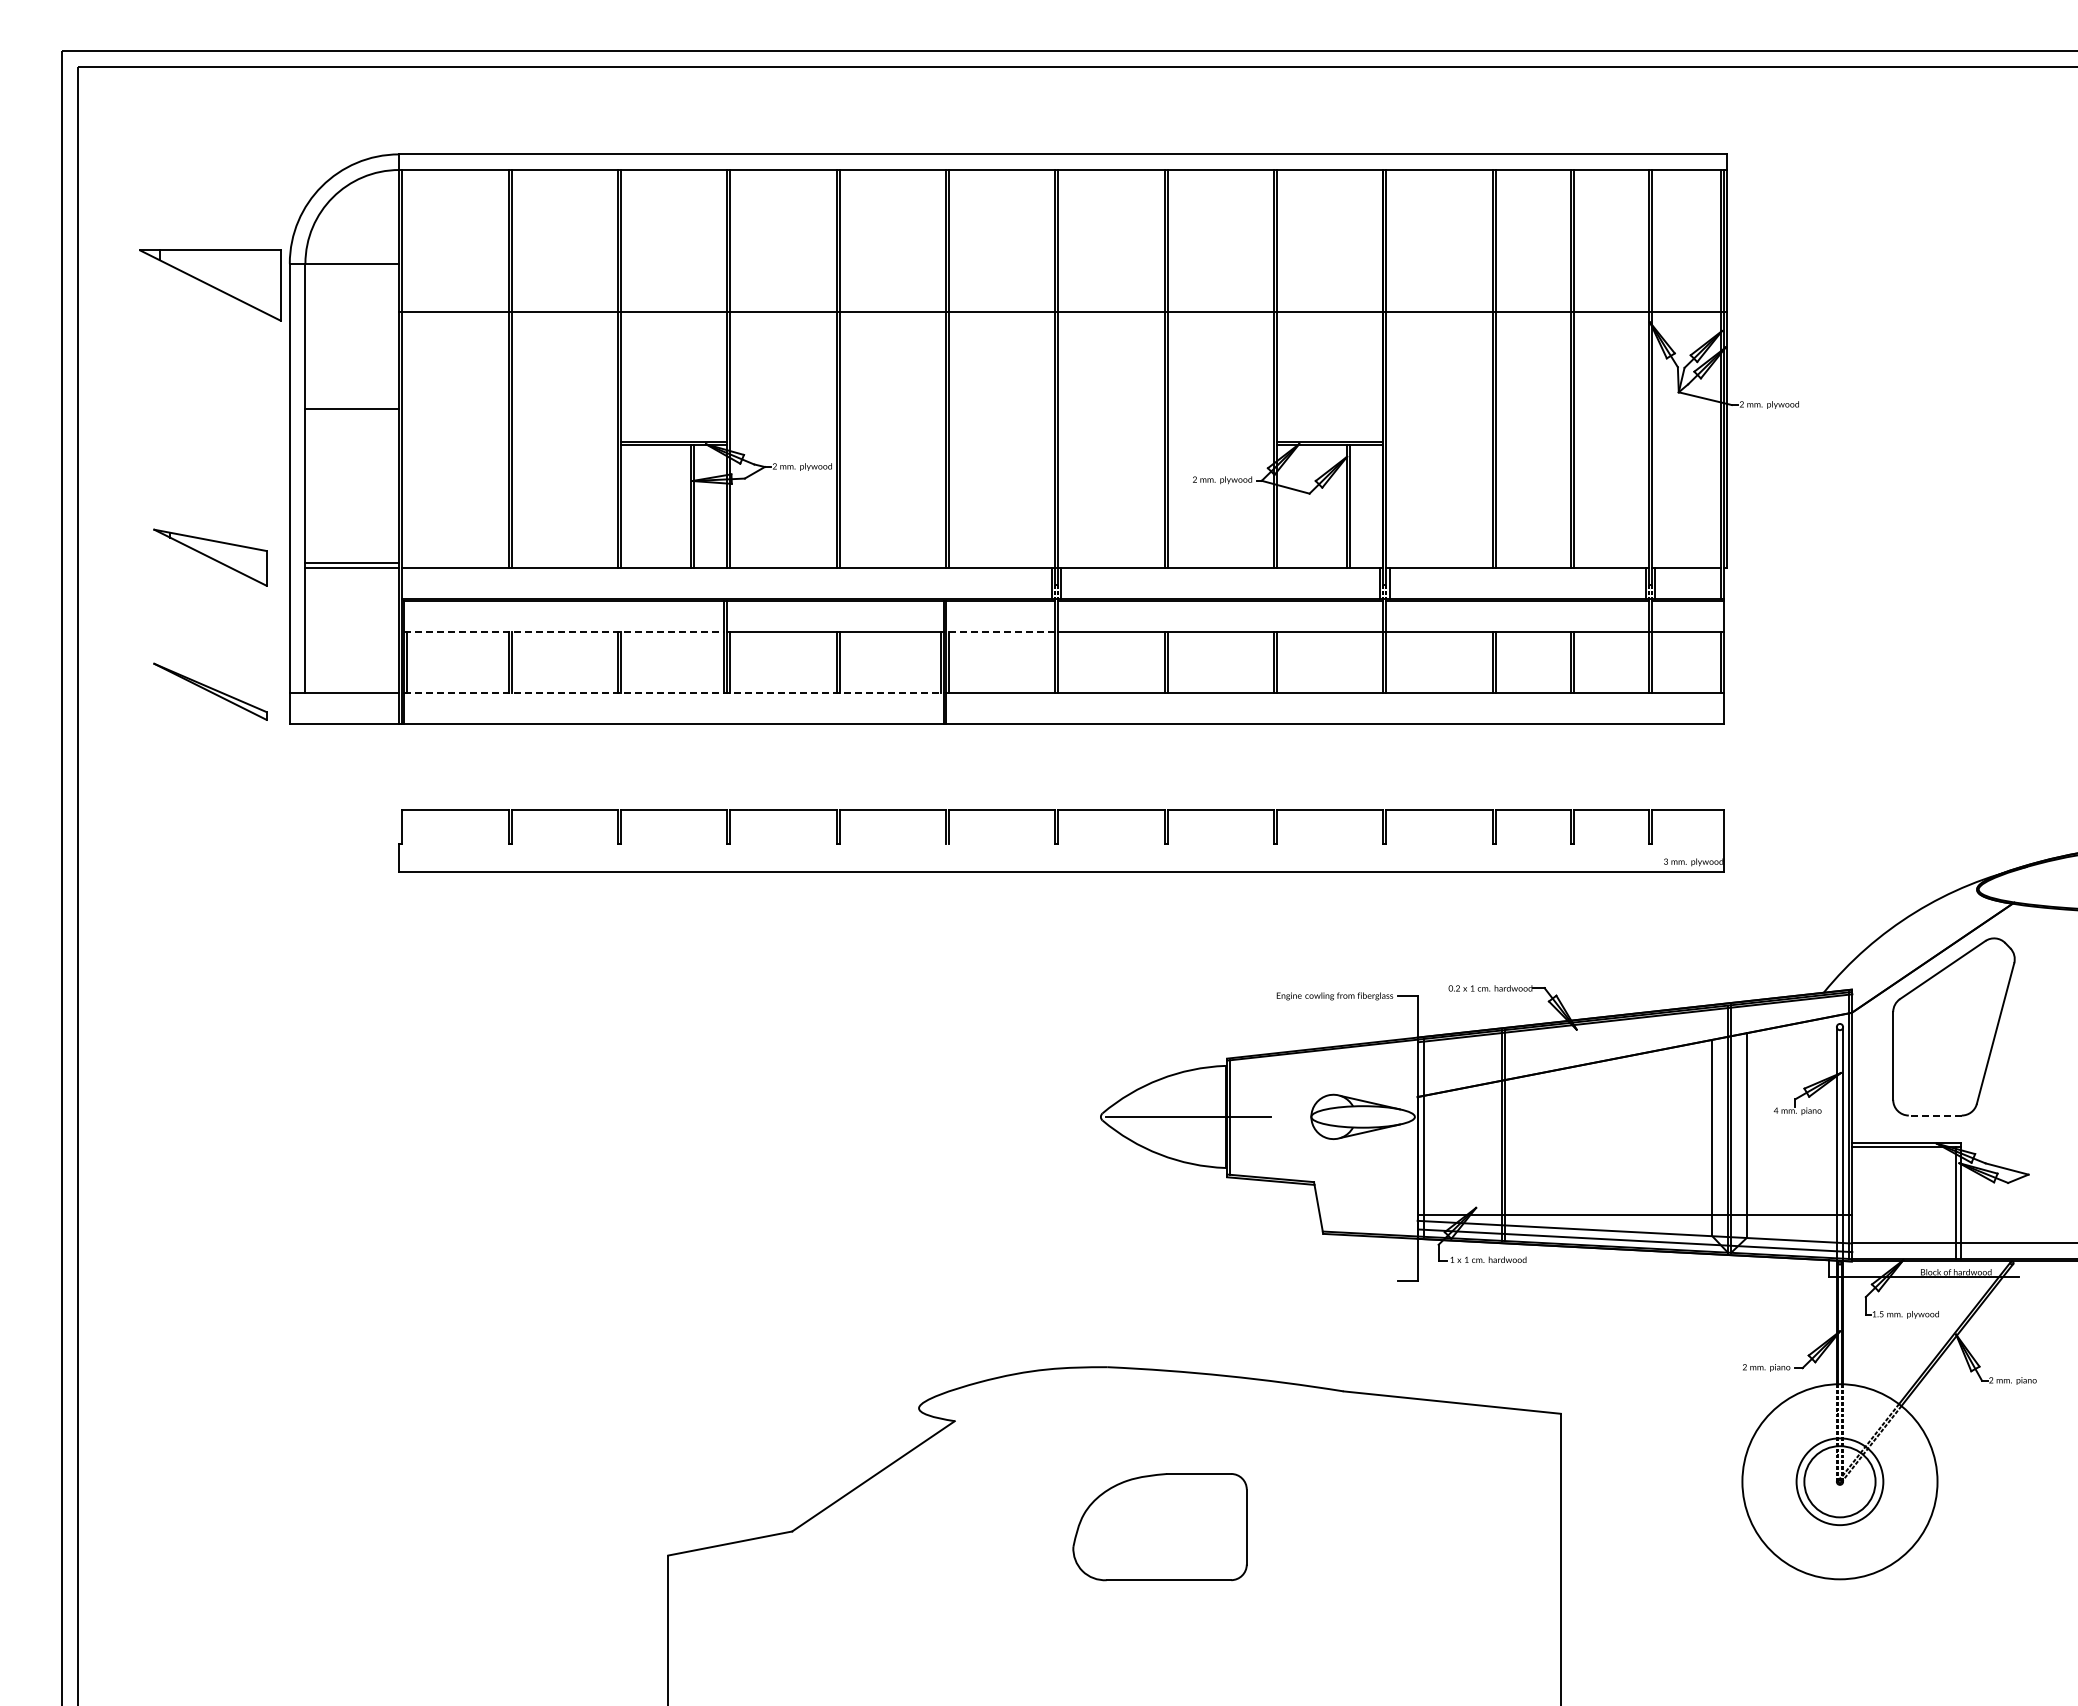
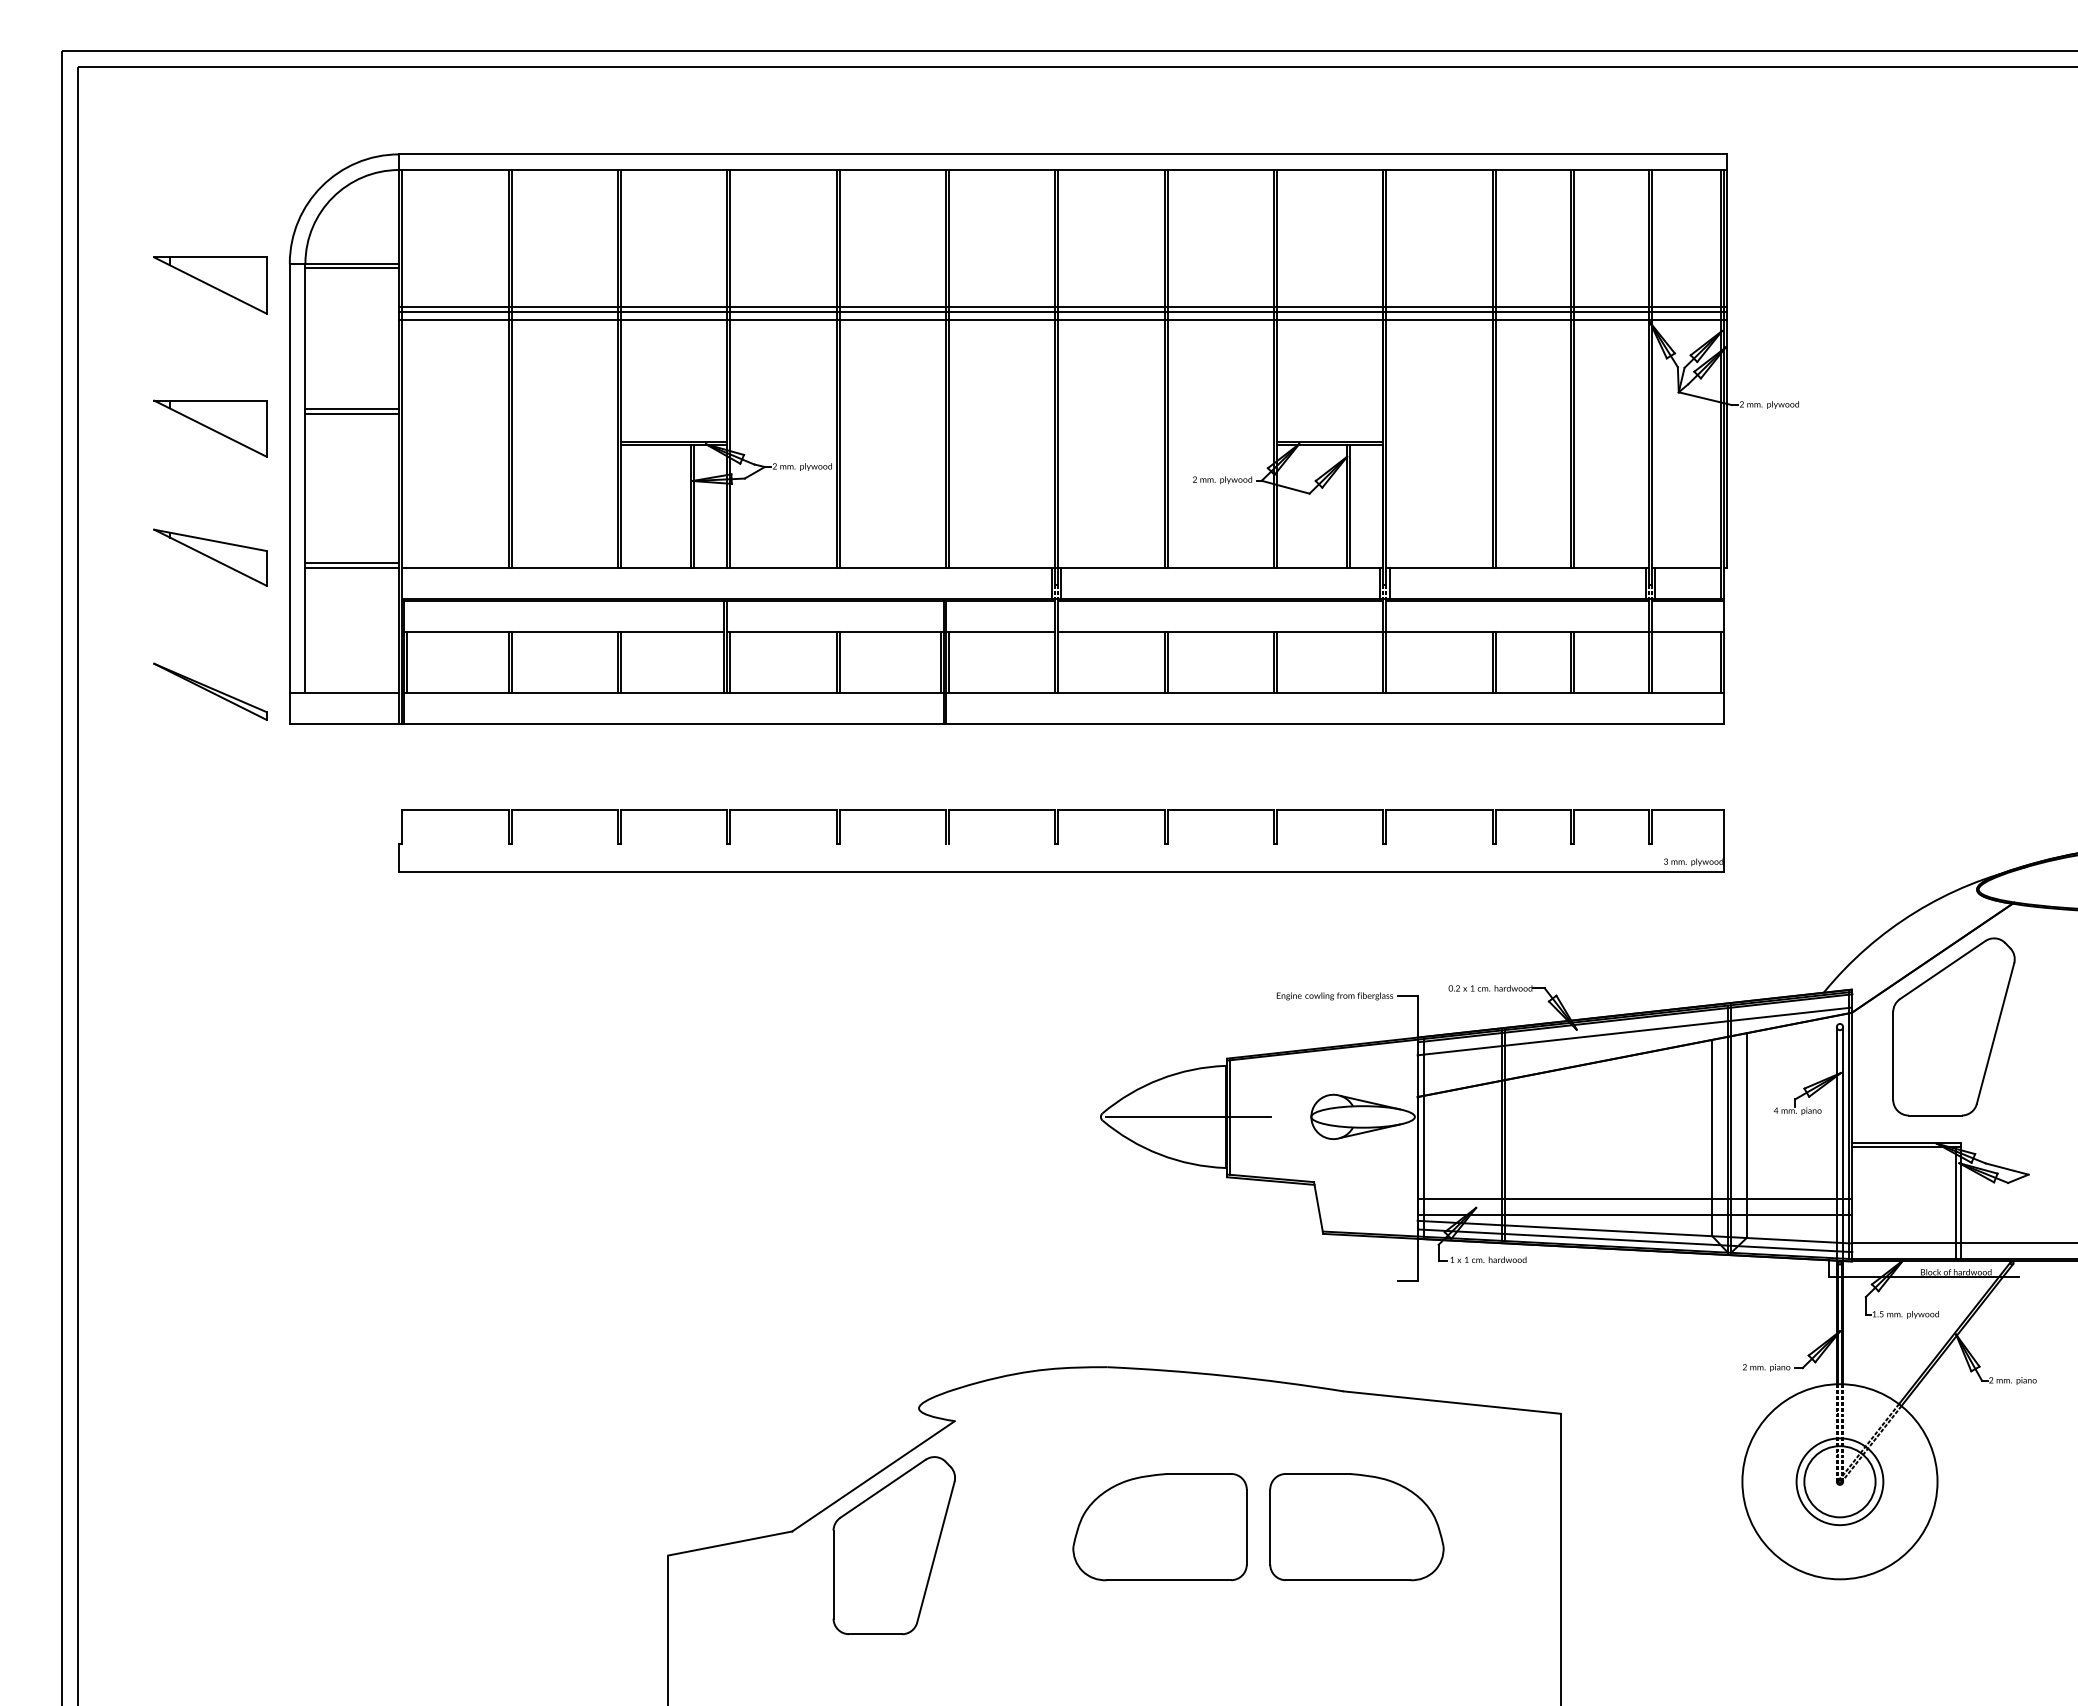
line at (352, 268): none -> present
part at (210, 285) size: 143x73 px -> 115x59 px
line at (1062, 307): none -> present
line at (1062, 319): none -> present
line at (352, 413): none -> present
part at (210, 428): none -> present
line at (564, 632): dashed -> solid
line at (1000, 632): dashed -> solid
line at (674, 693): dashed -> solid
line at (1634, 1031): none -> present
line at (1934, 1115): dashed -> solid
line at (1634, 1198): none -> present
part at (1356, 1527): none -> present
part at (893, 1545): none -> present
